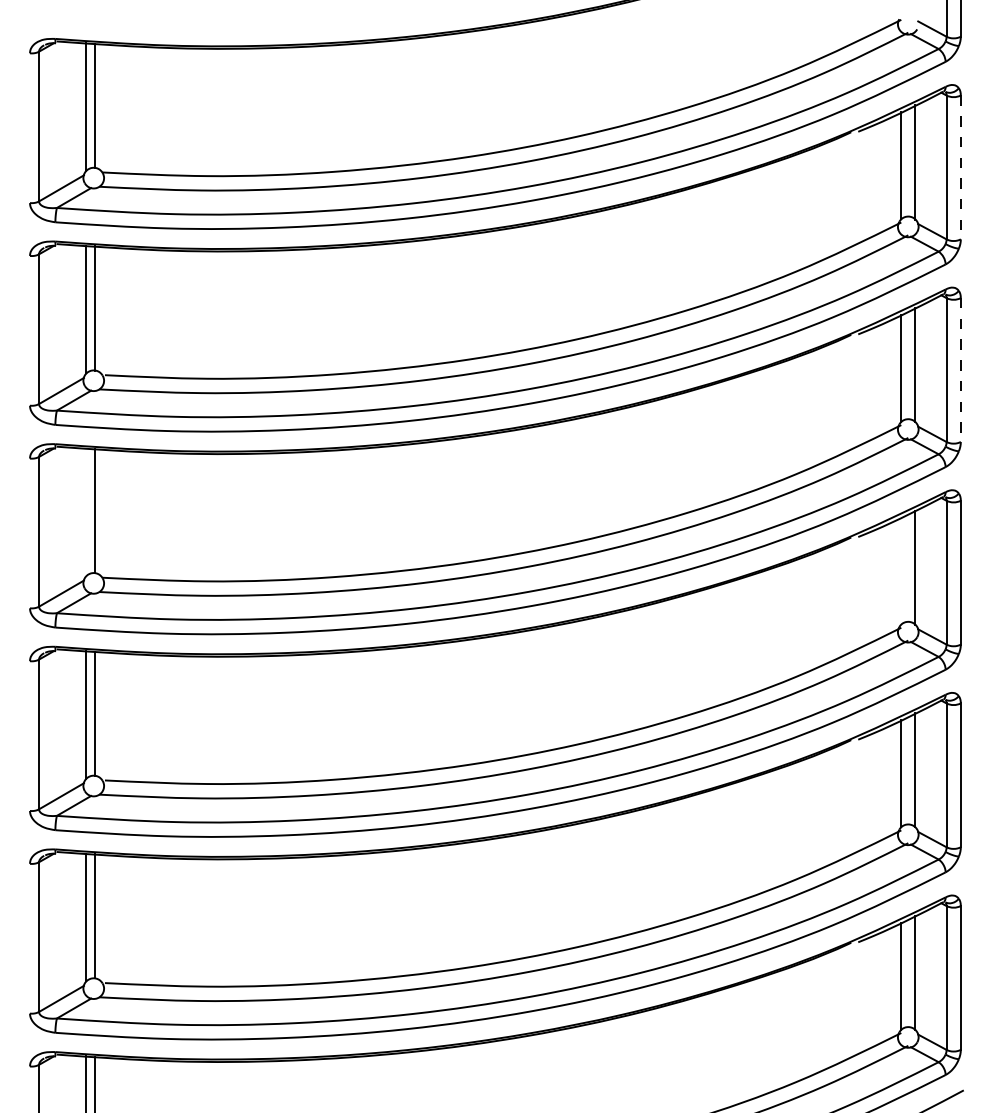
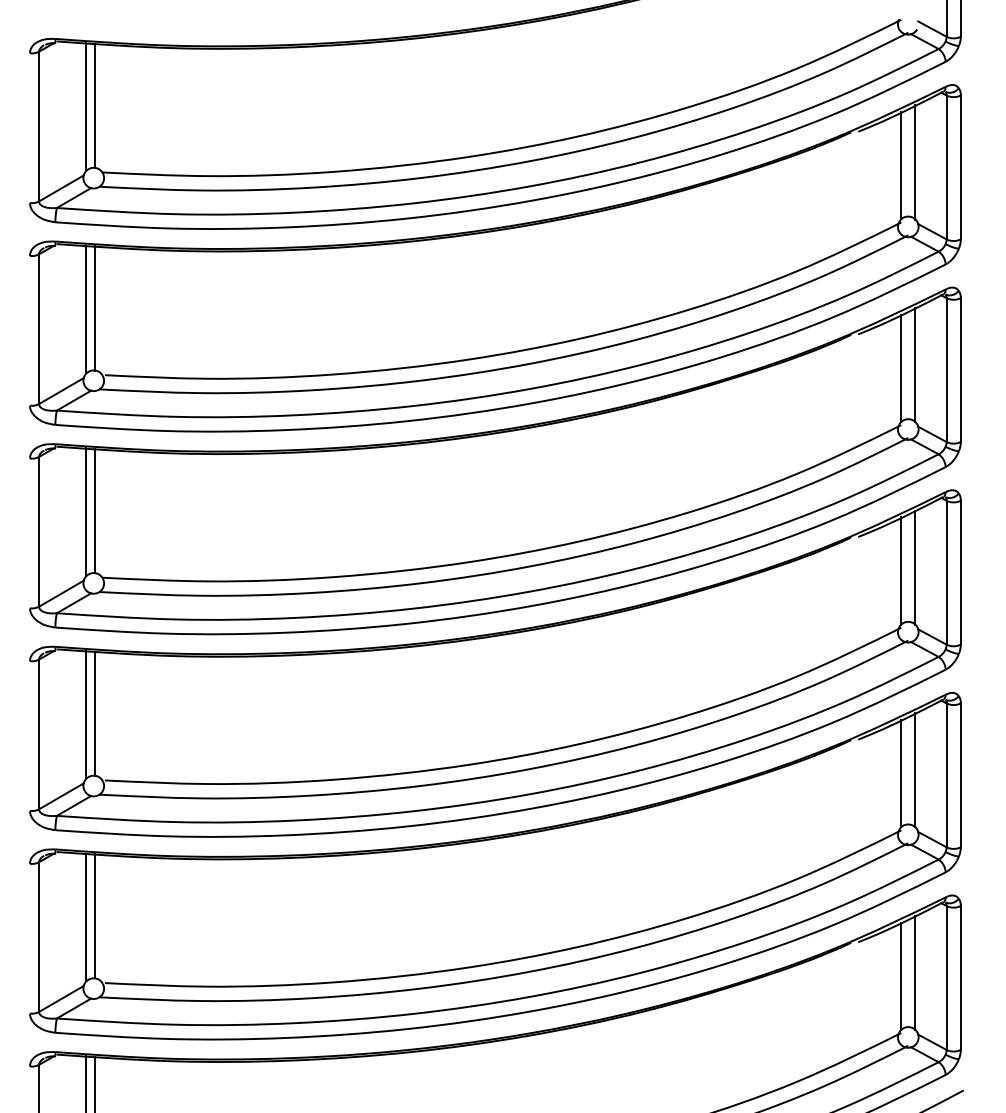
line at (960, 167): dashed -> solid
line at (960, 370): dashed -> solid
line at (86, 512): none -> present
line at (901, 570): none -> present
